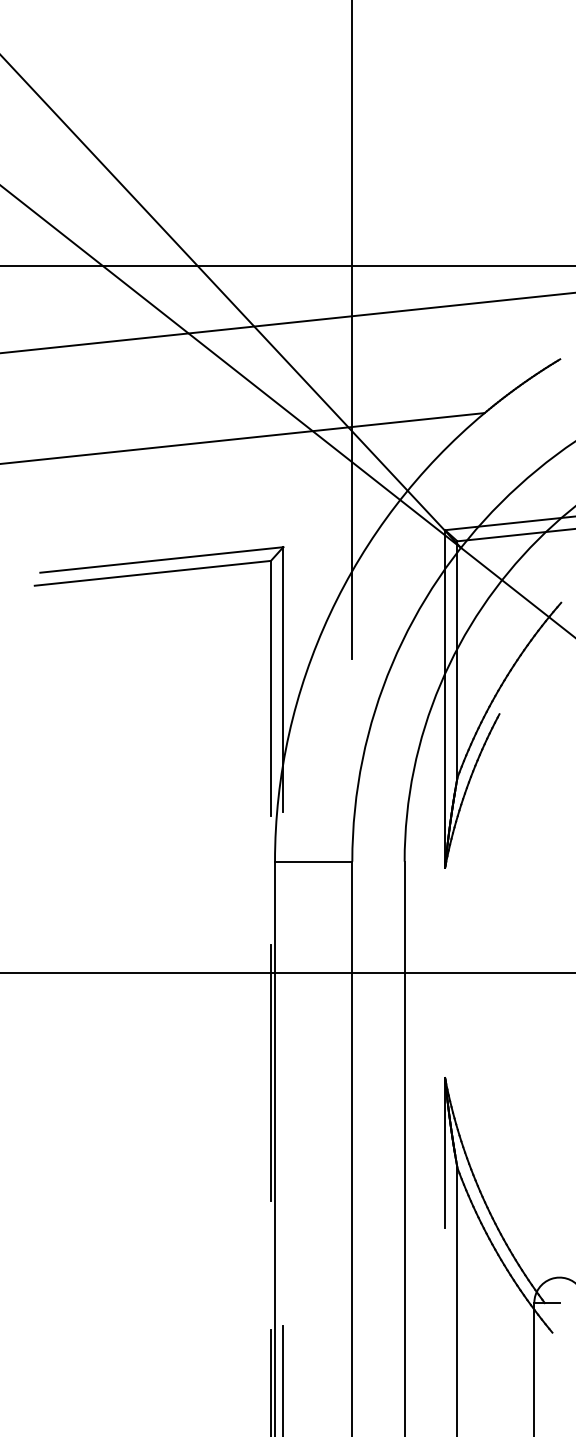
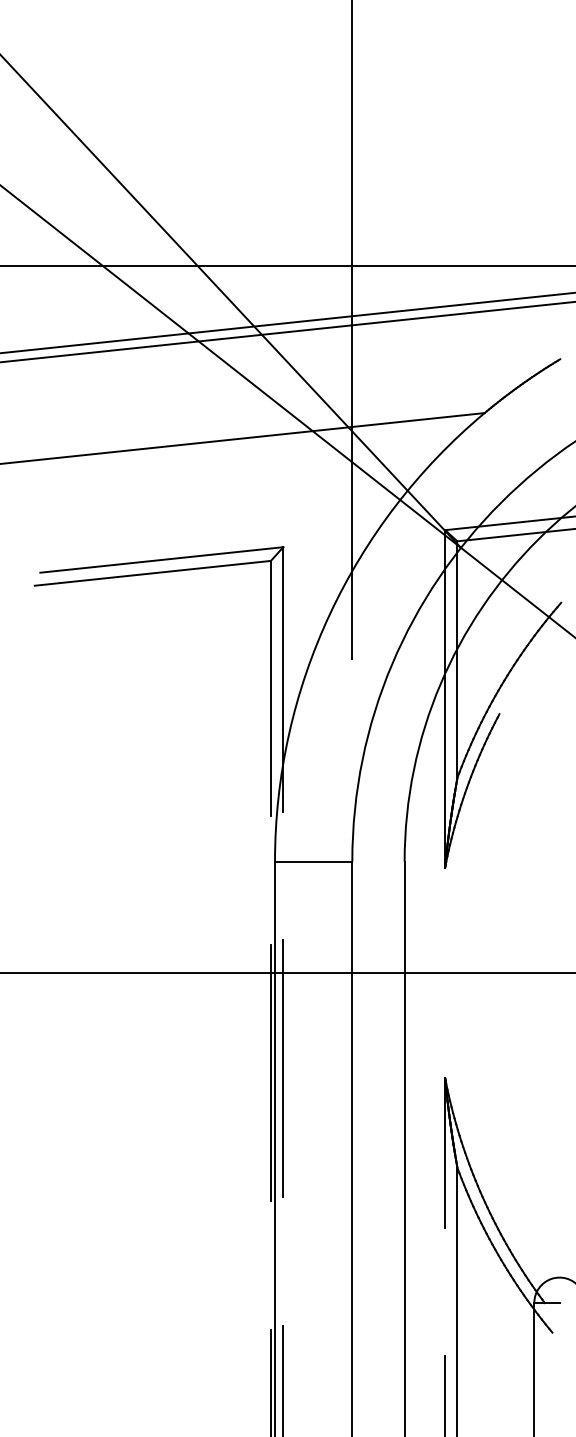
line at (287, 332): none -> present
line at (283, 1068): none -> present
line at (445, 1394): none -> present
